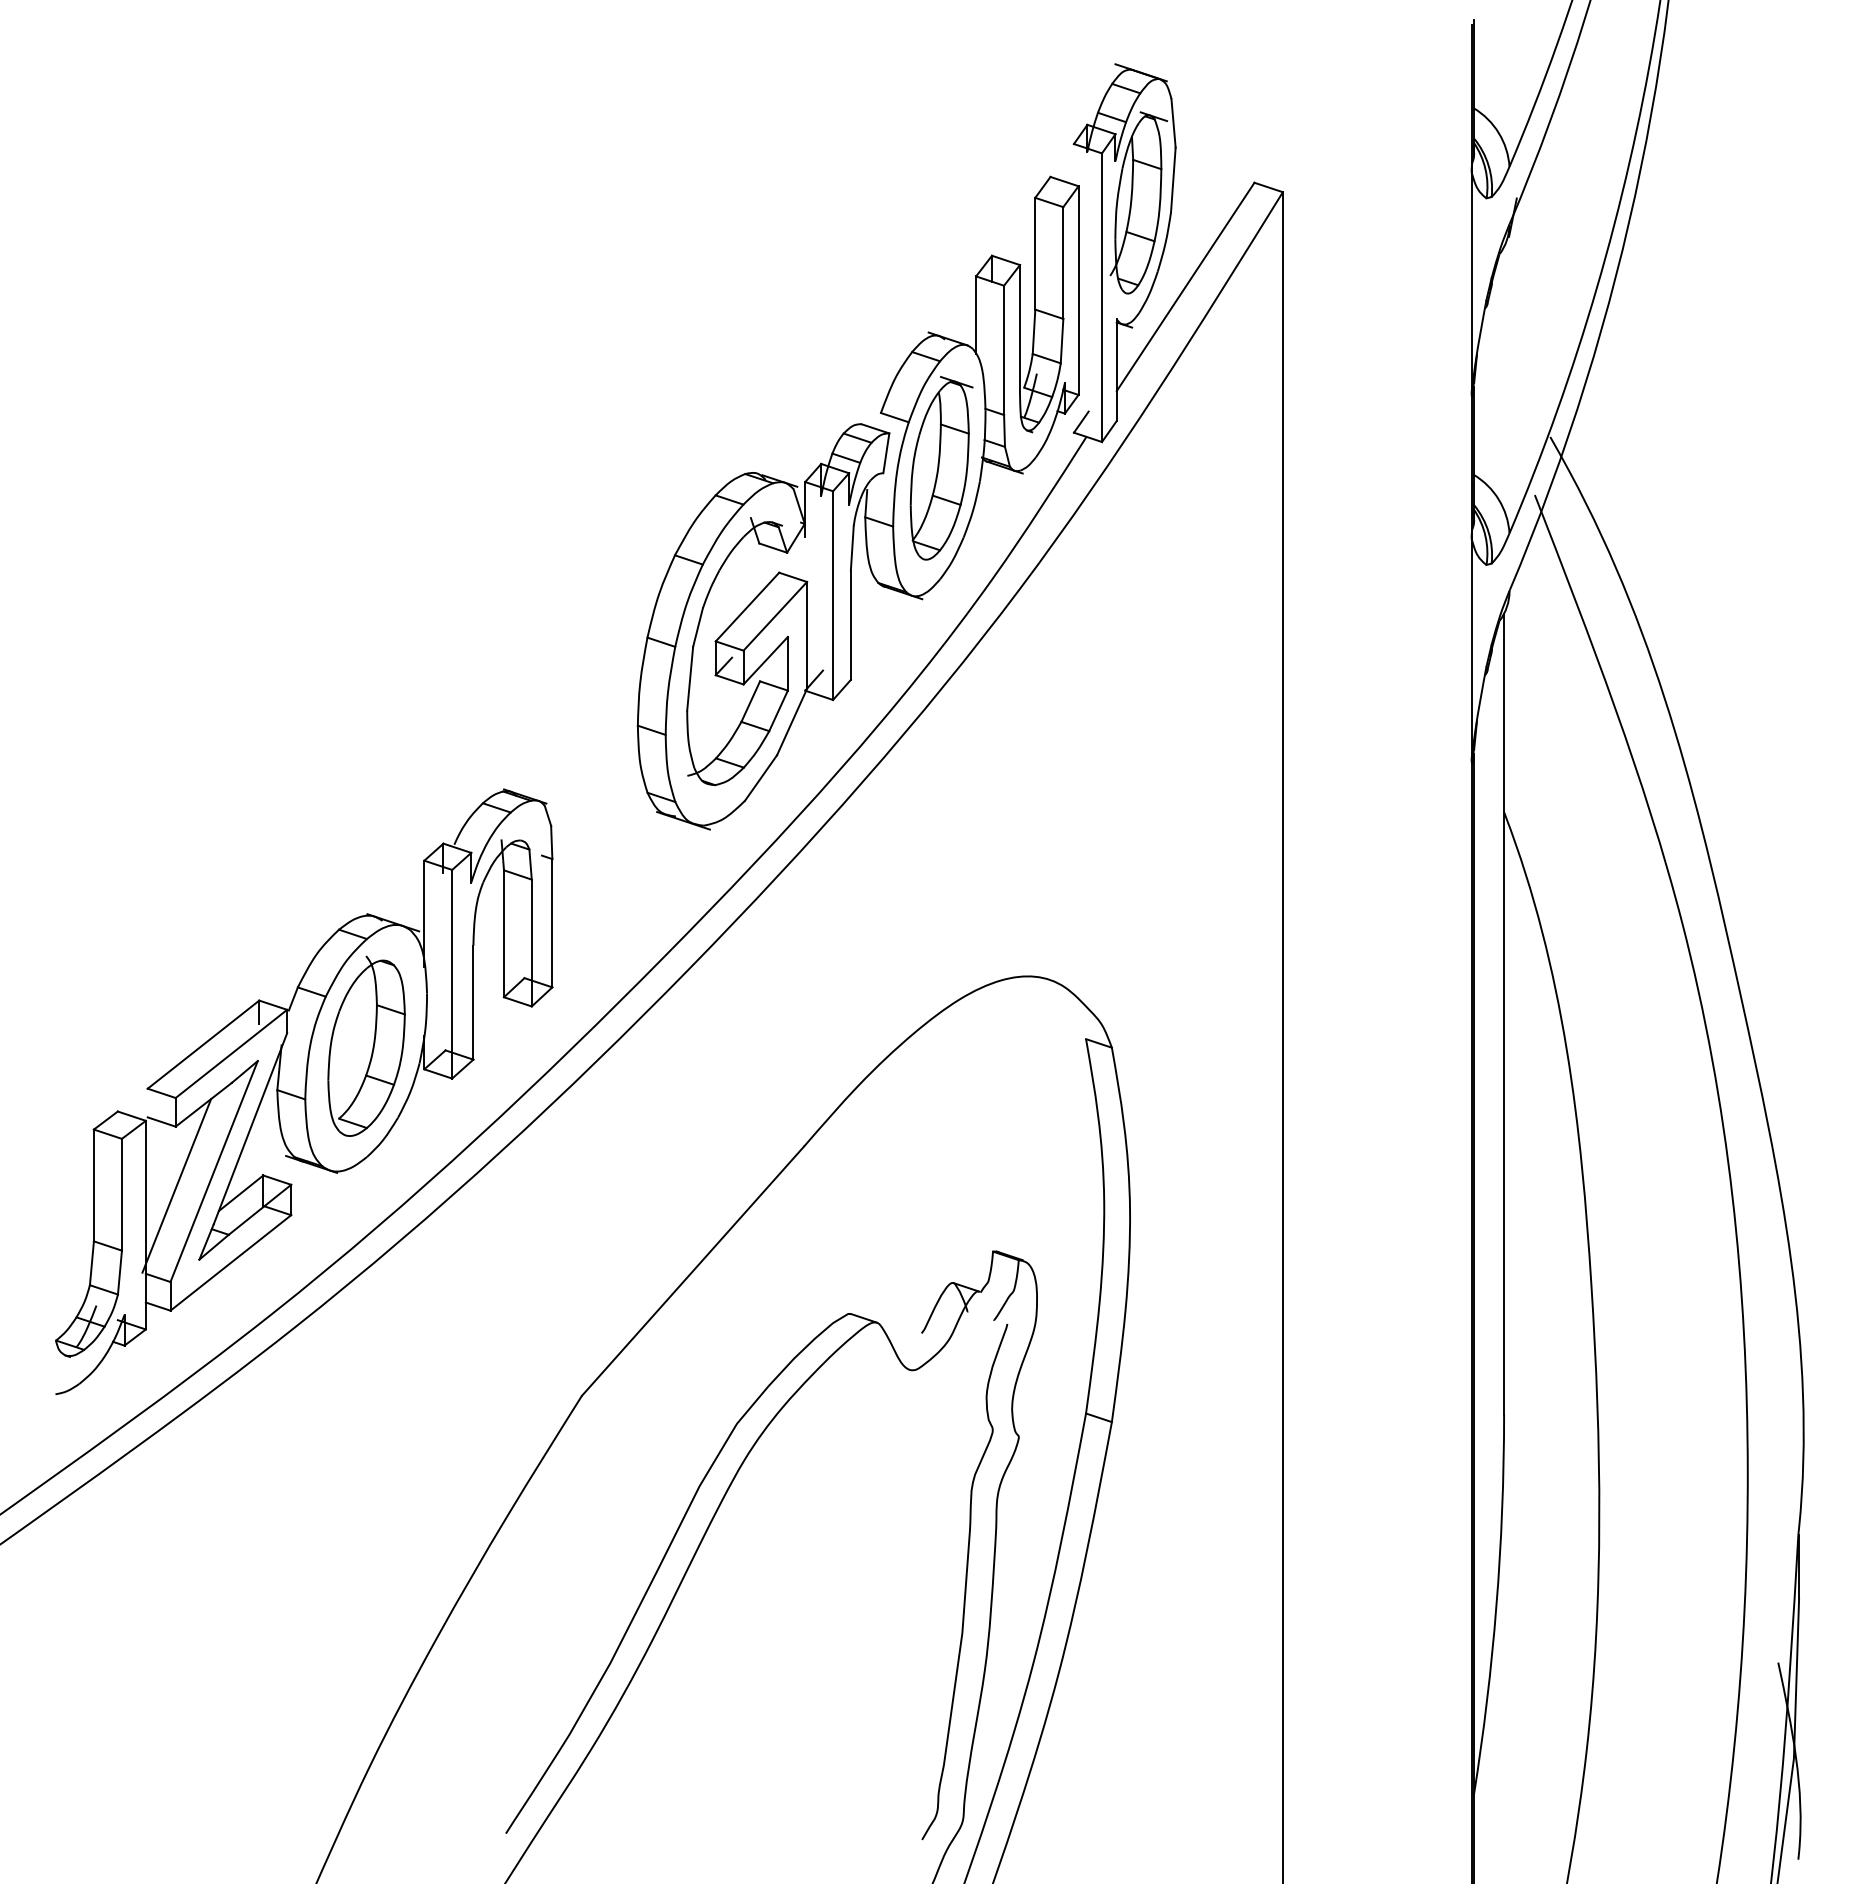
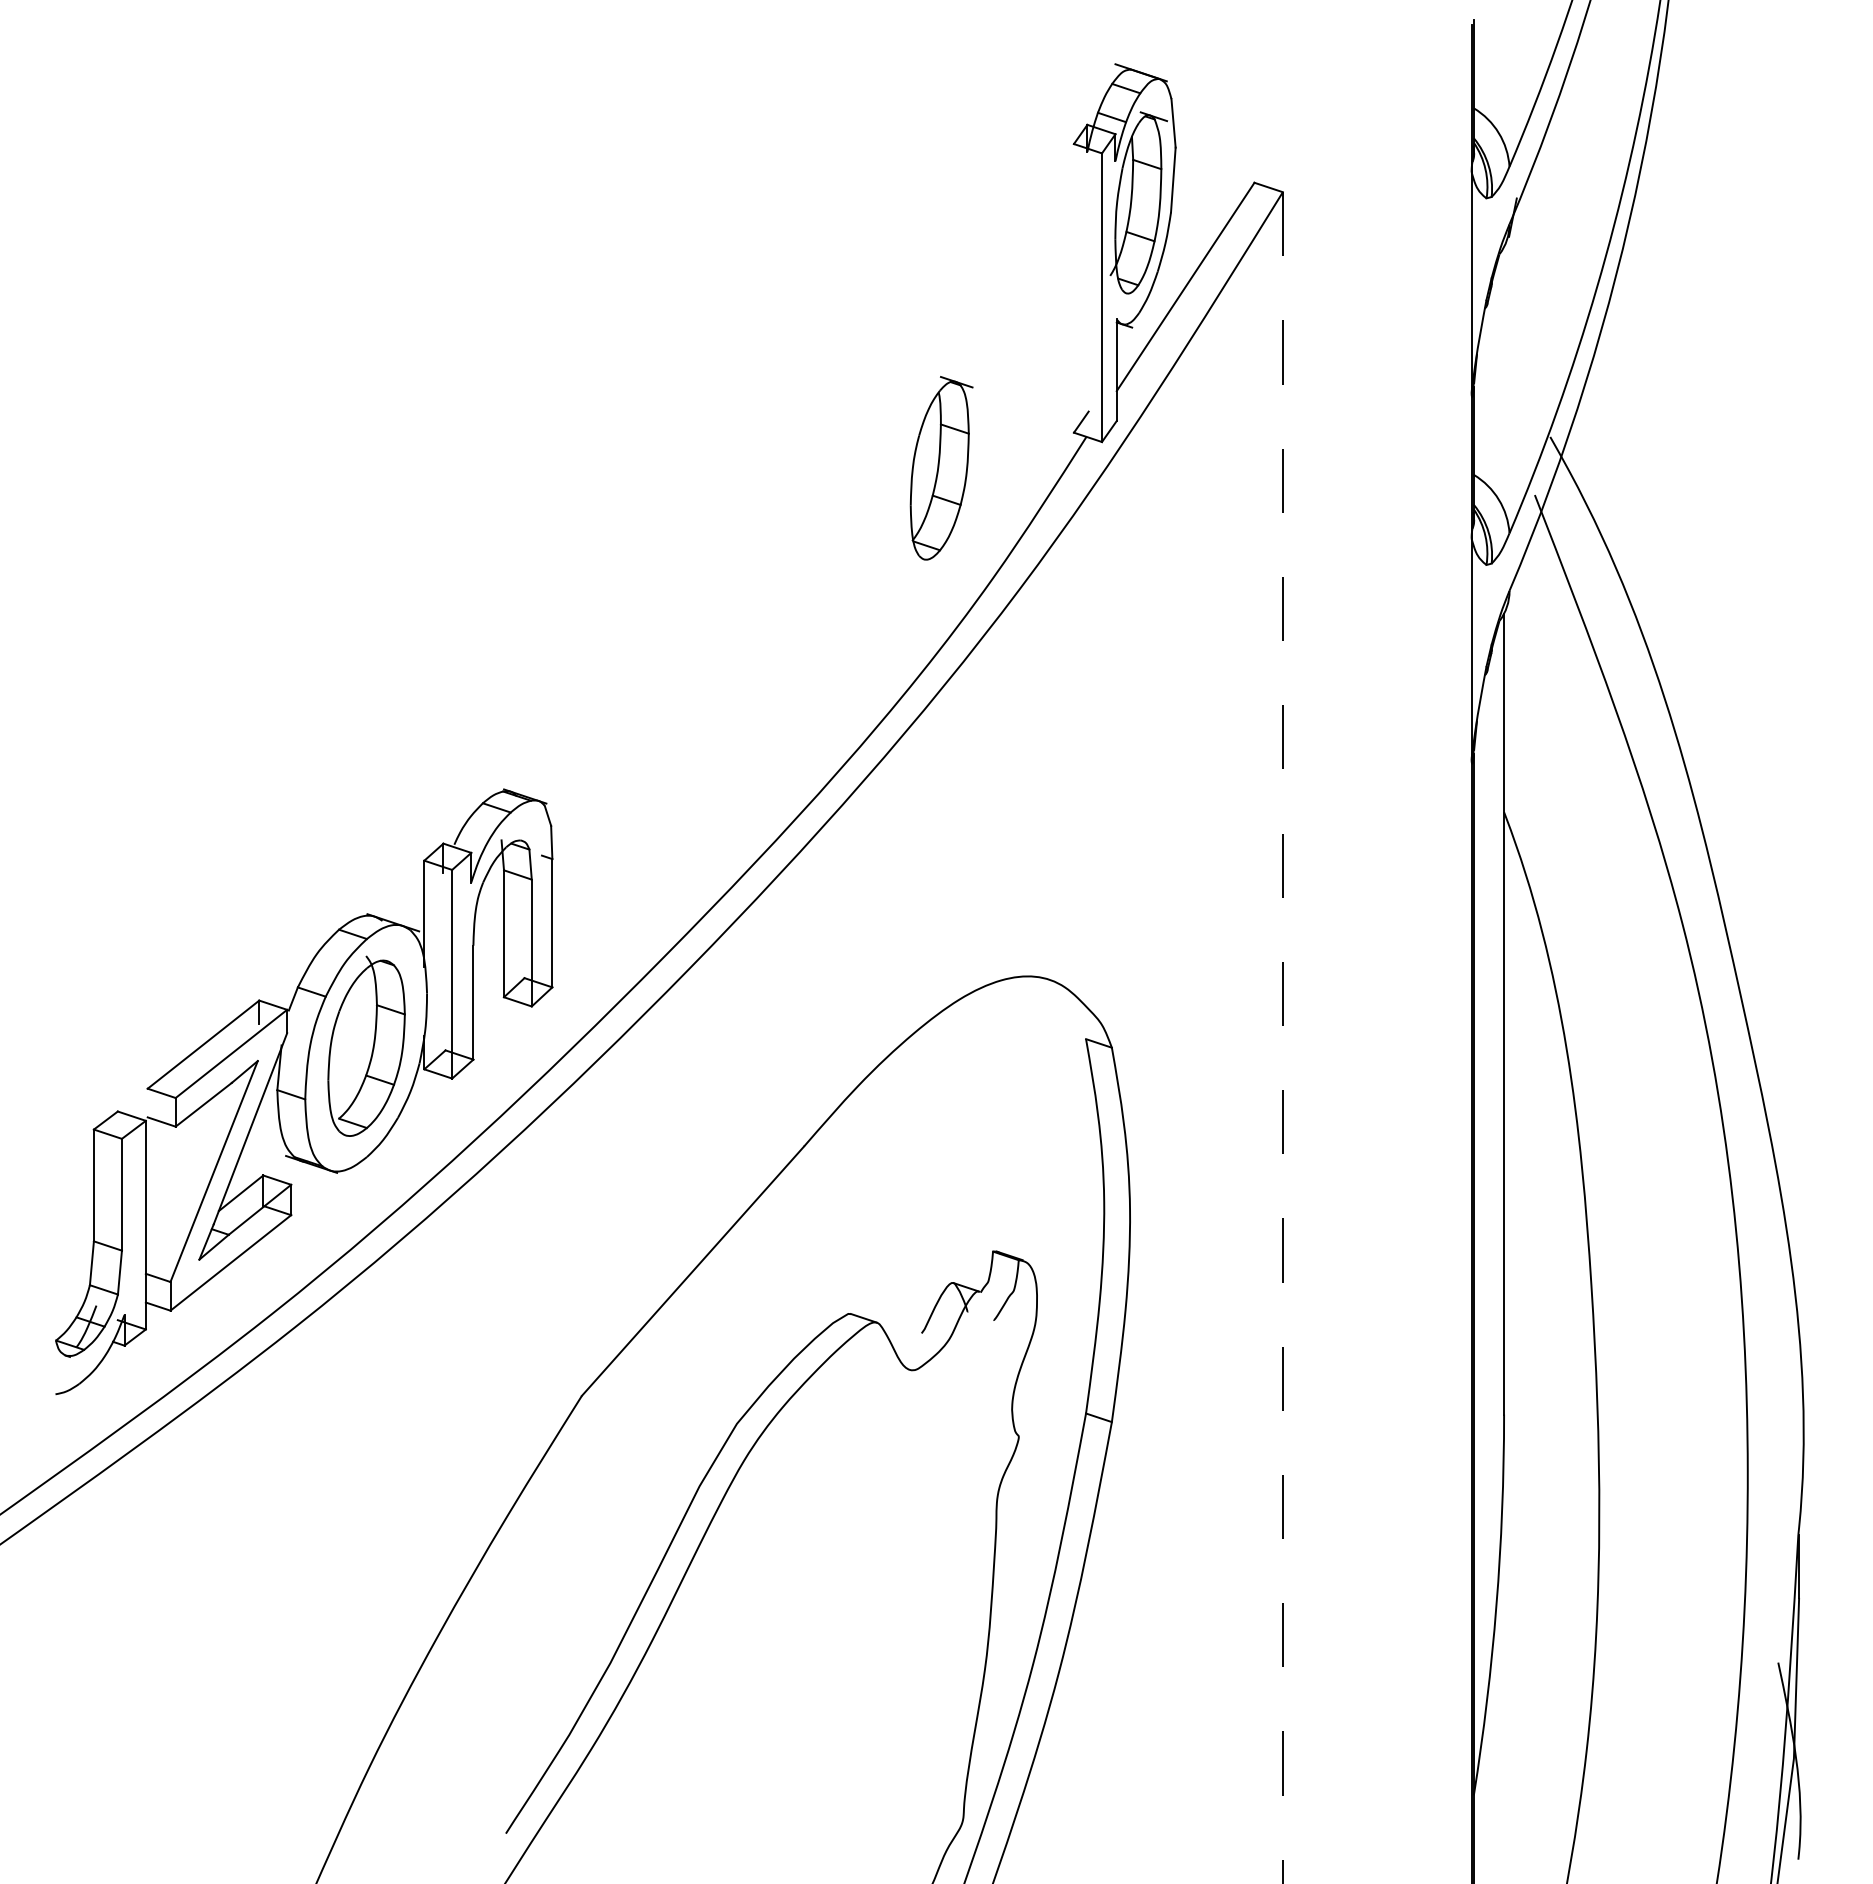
part at (857, 502): present -> none
line at (1282, 1038): solid -> dashed
line at (176, 1185): present -> none
curve at (965, 1581): present -> none
